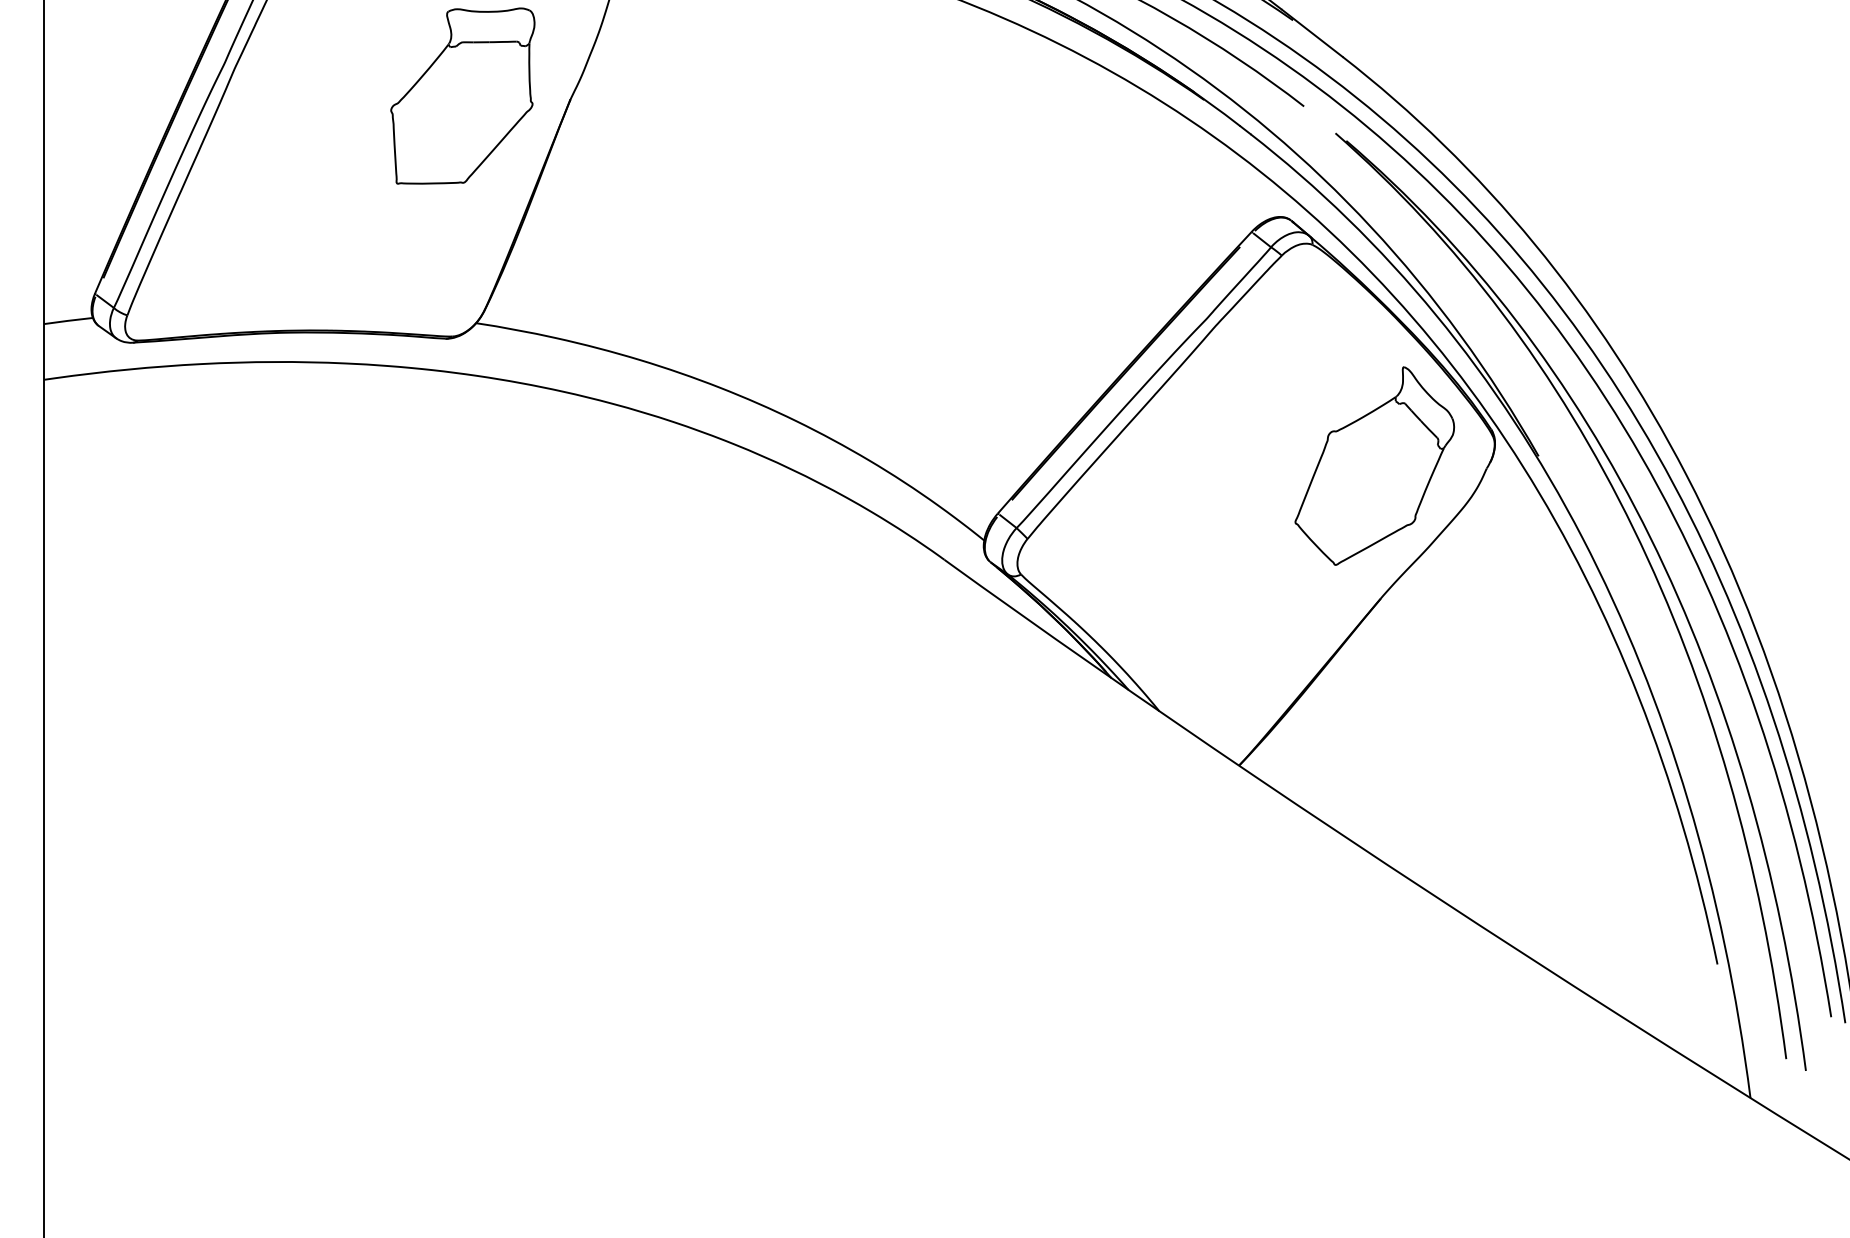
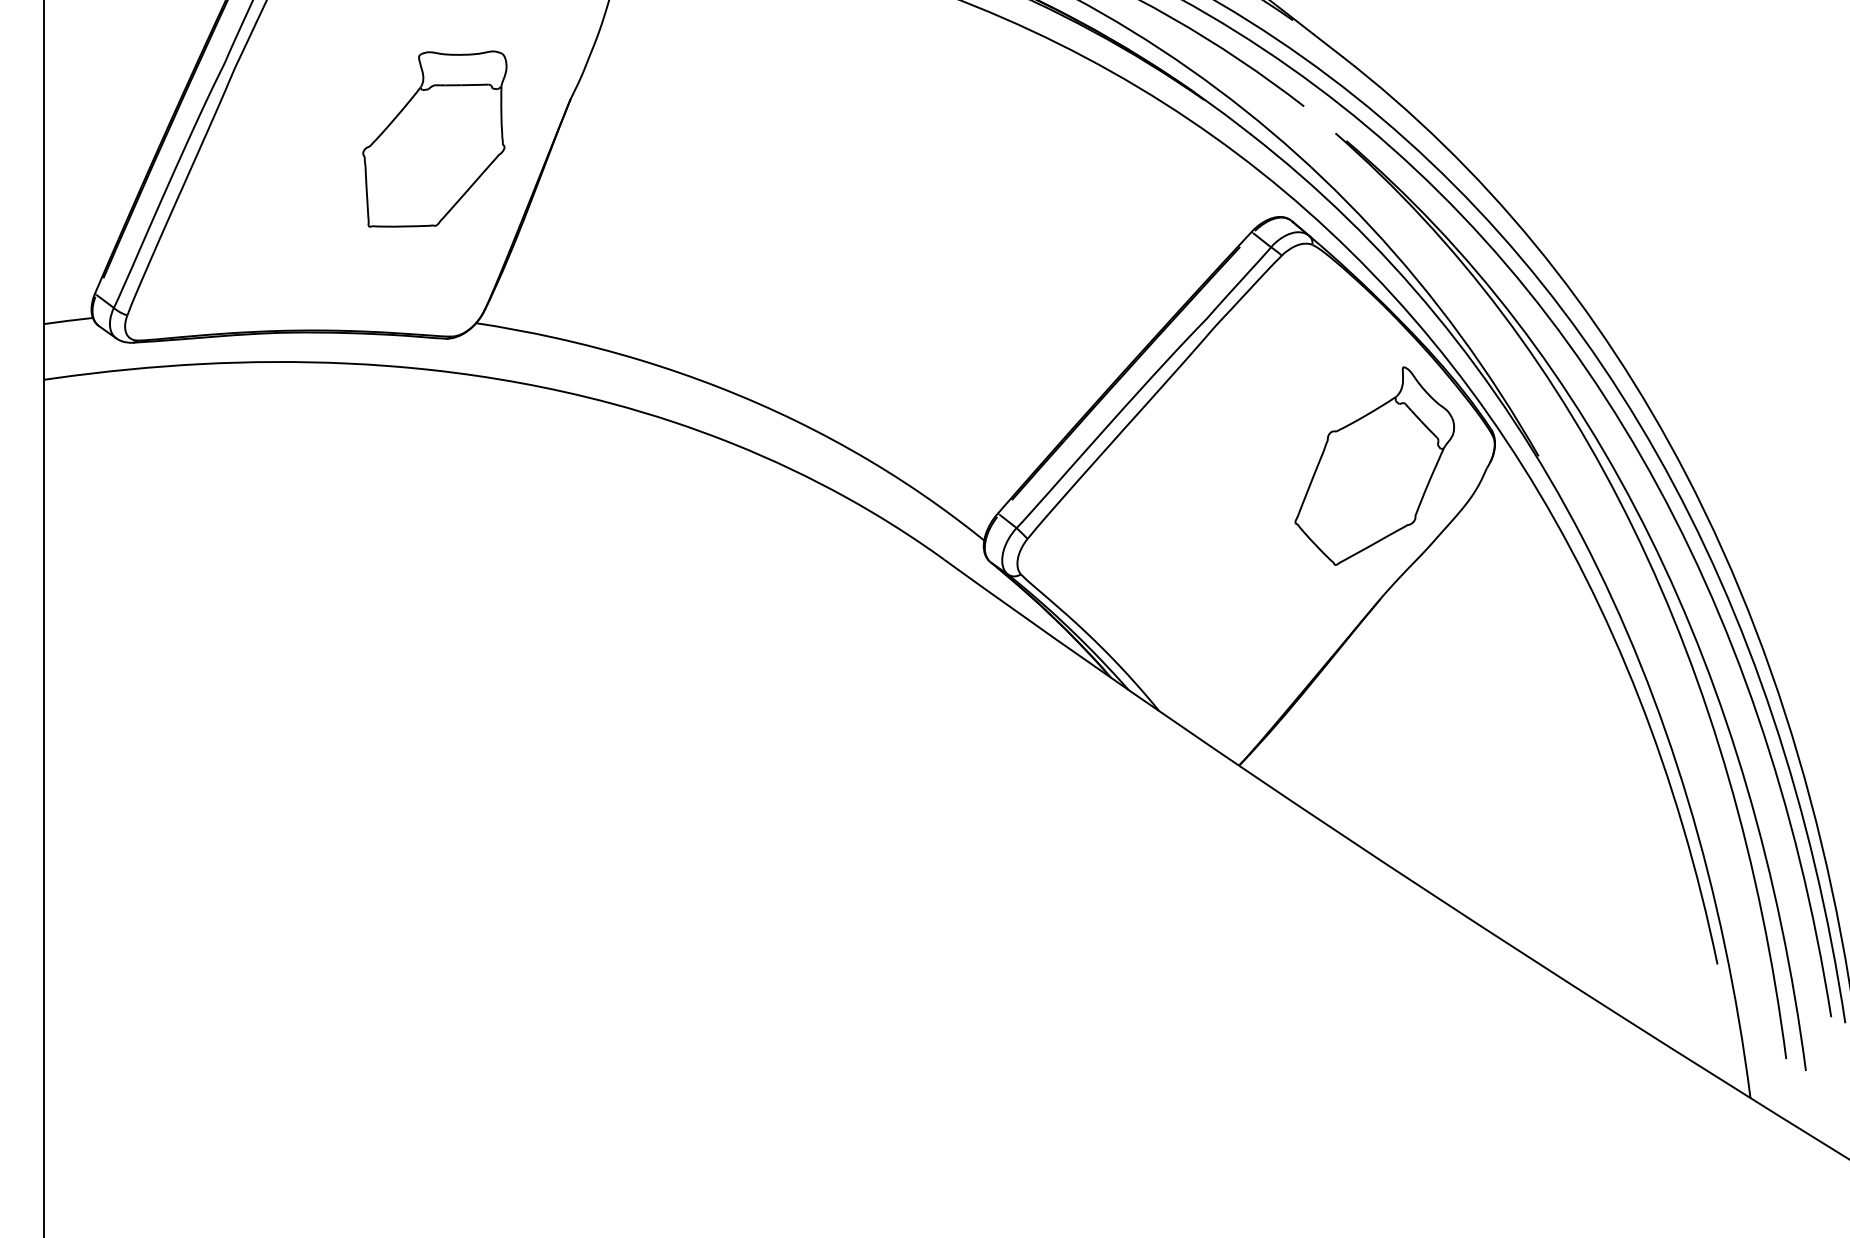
part at (462, 95) position: (462, 95) -> (434, 138)
